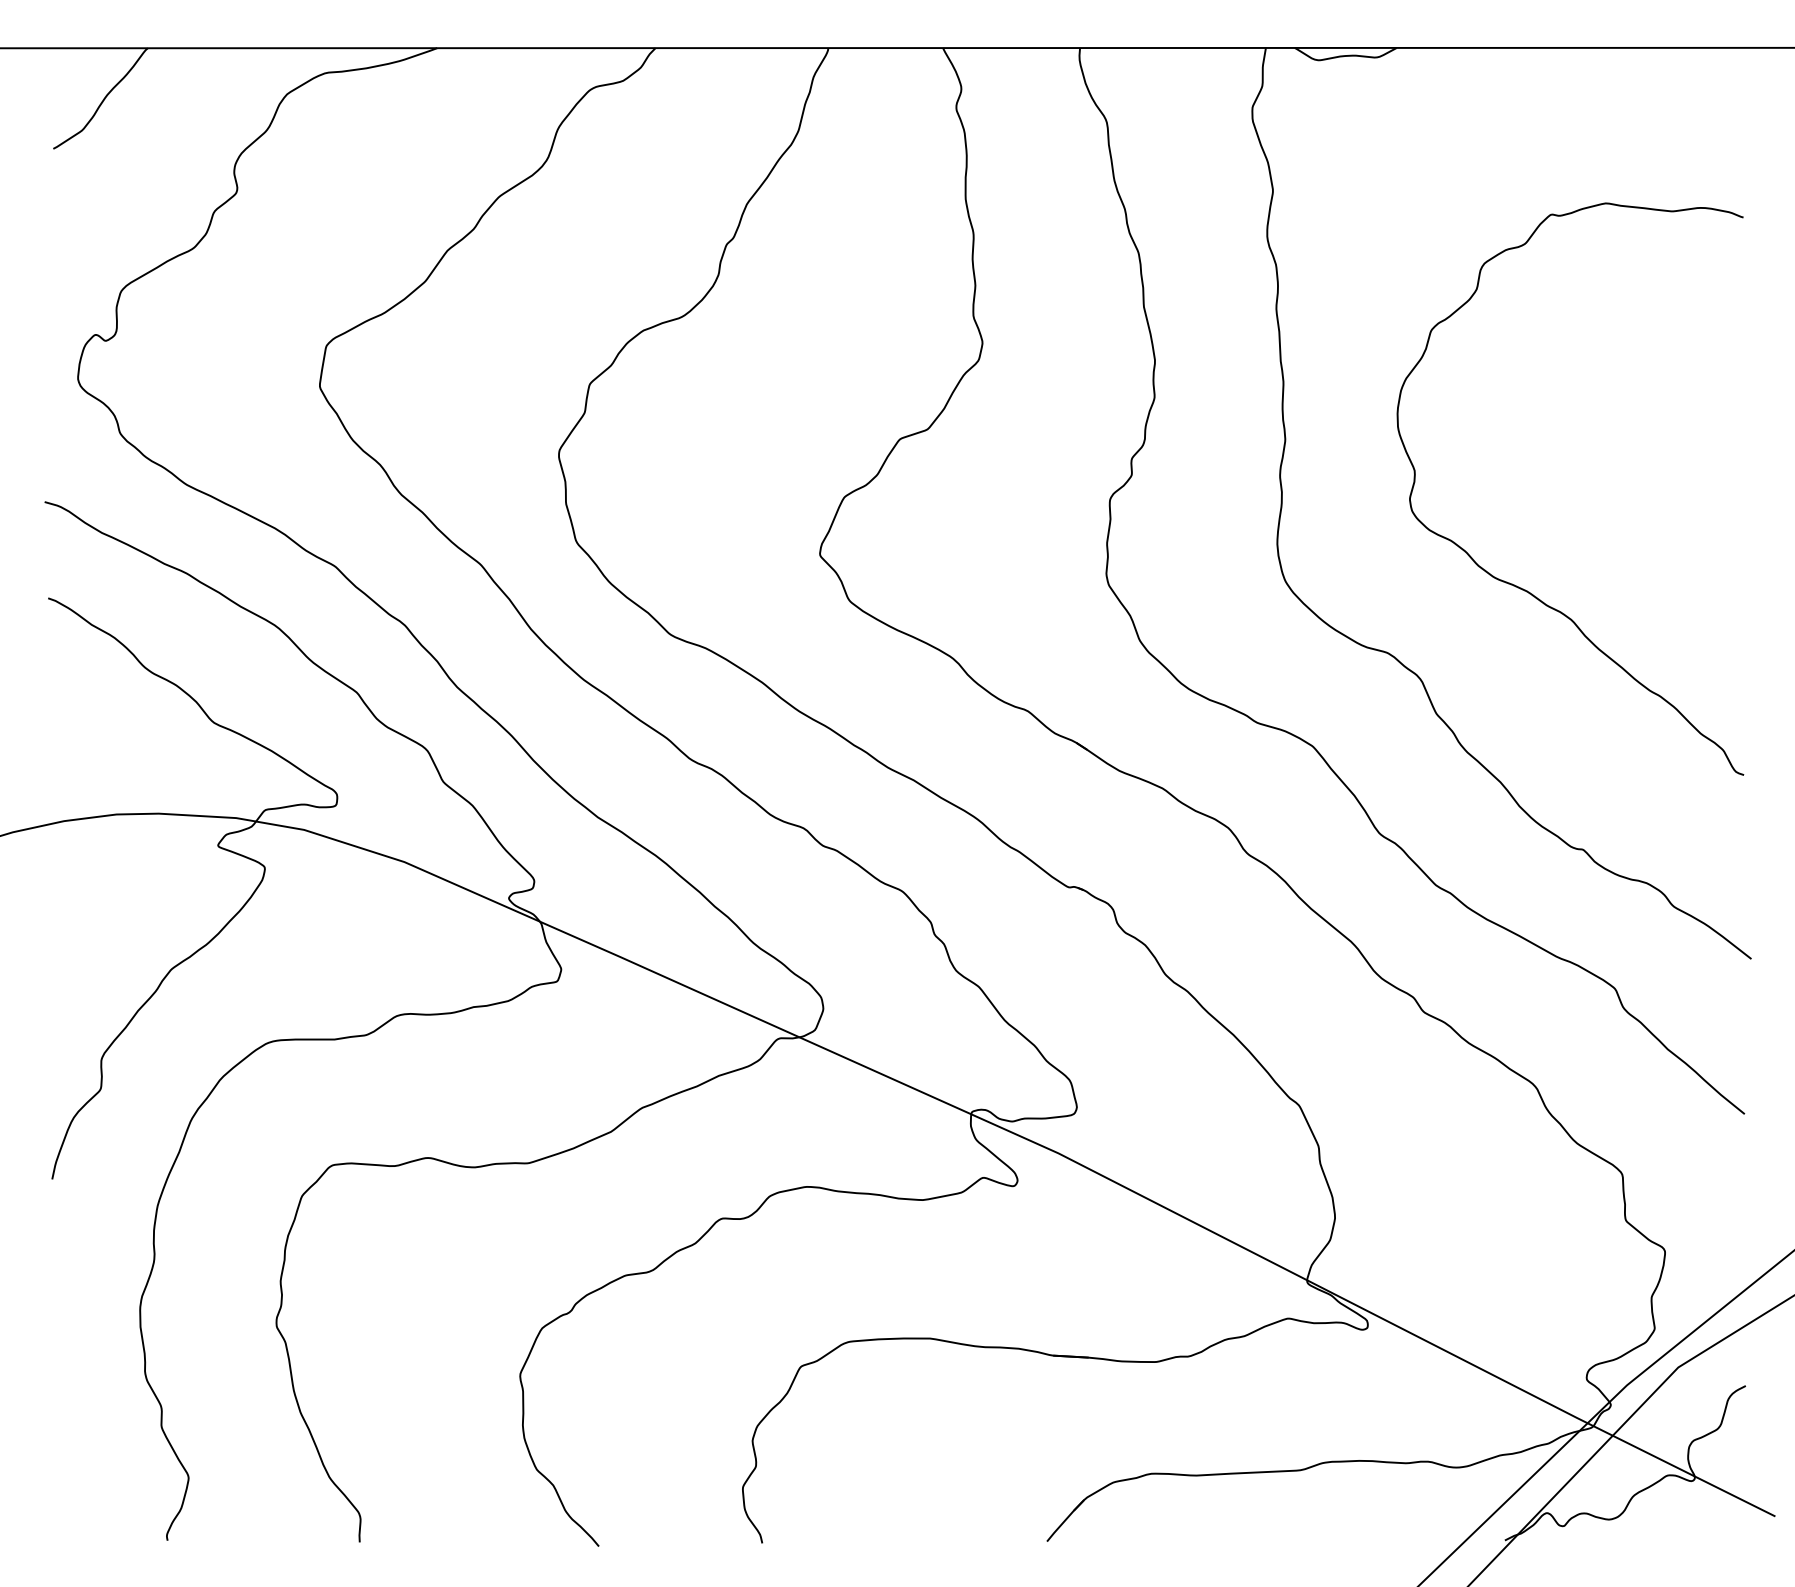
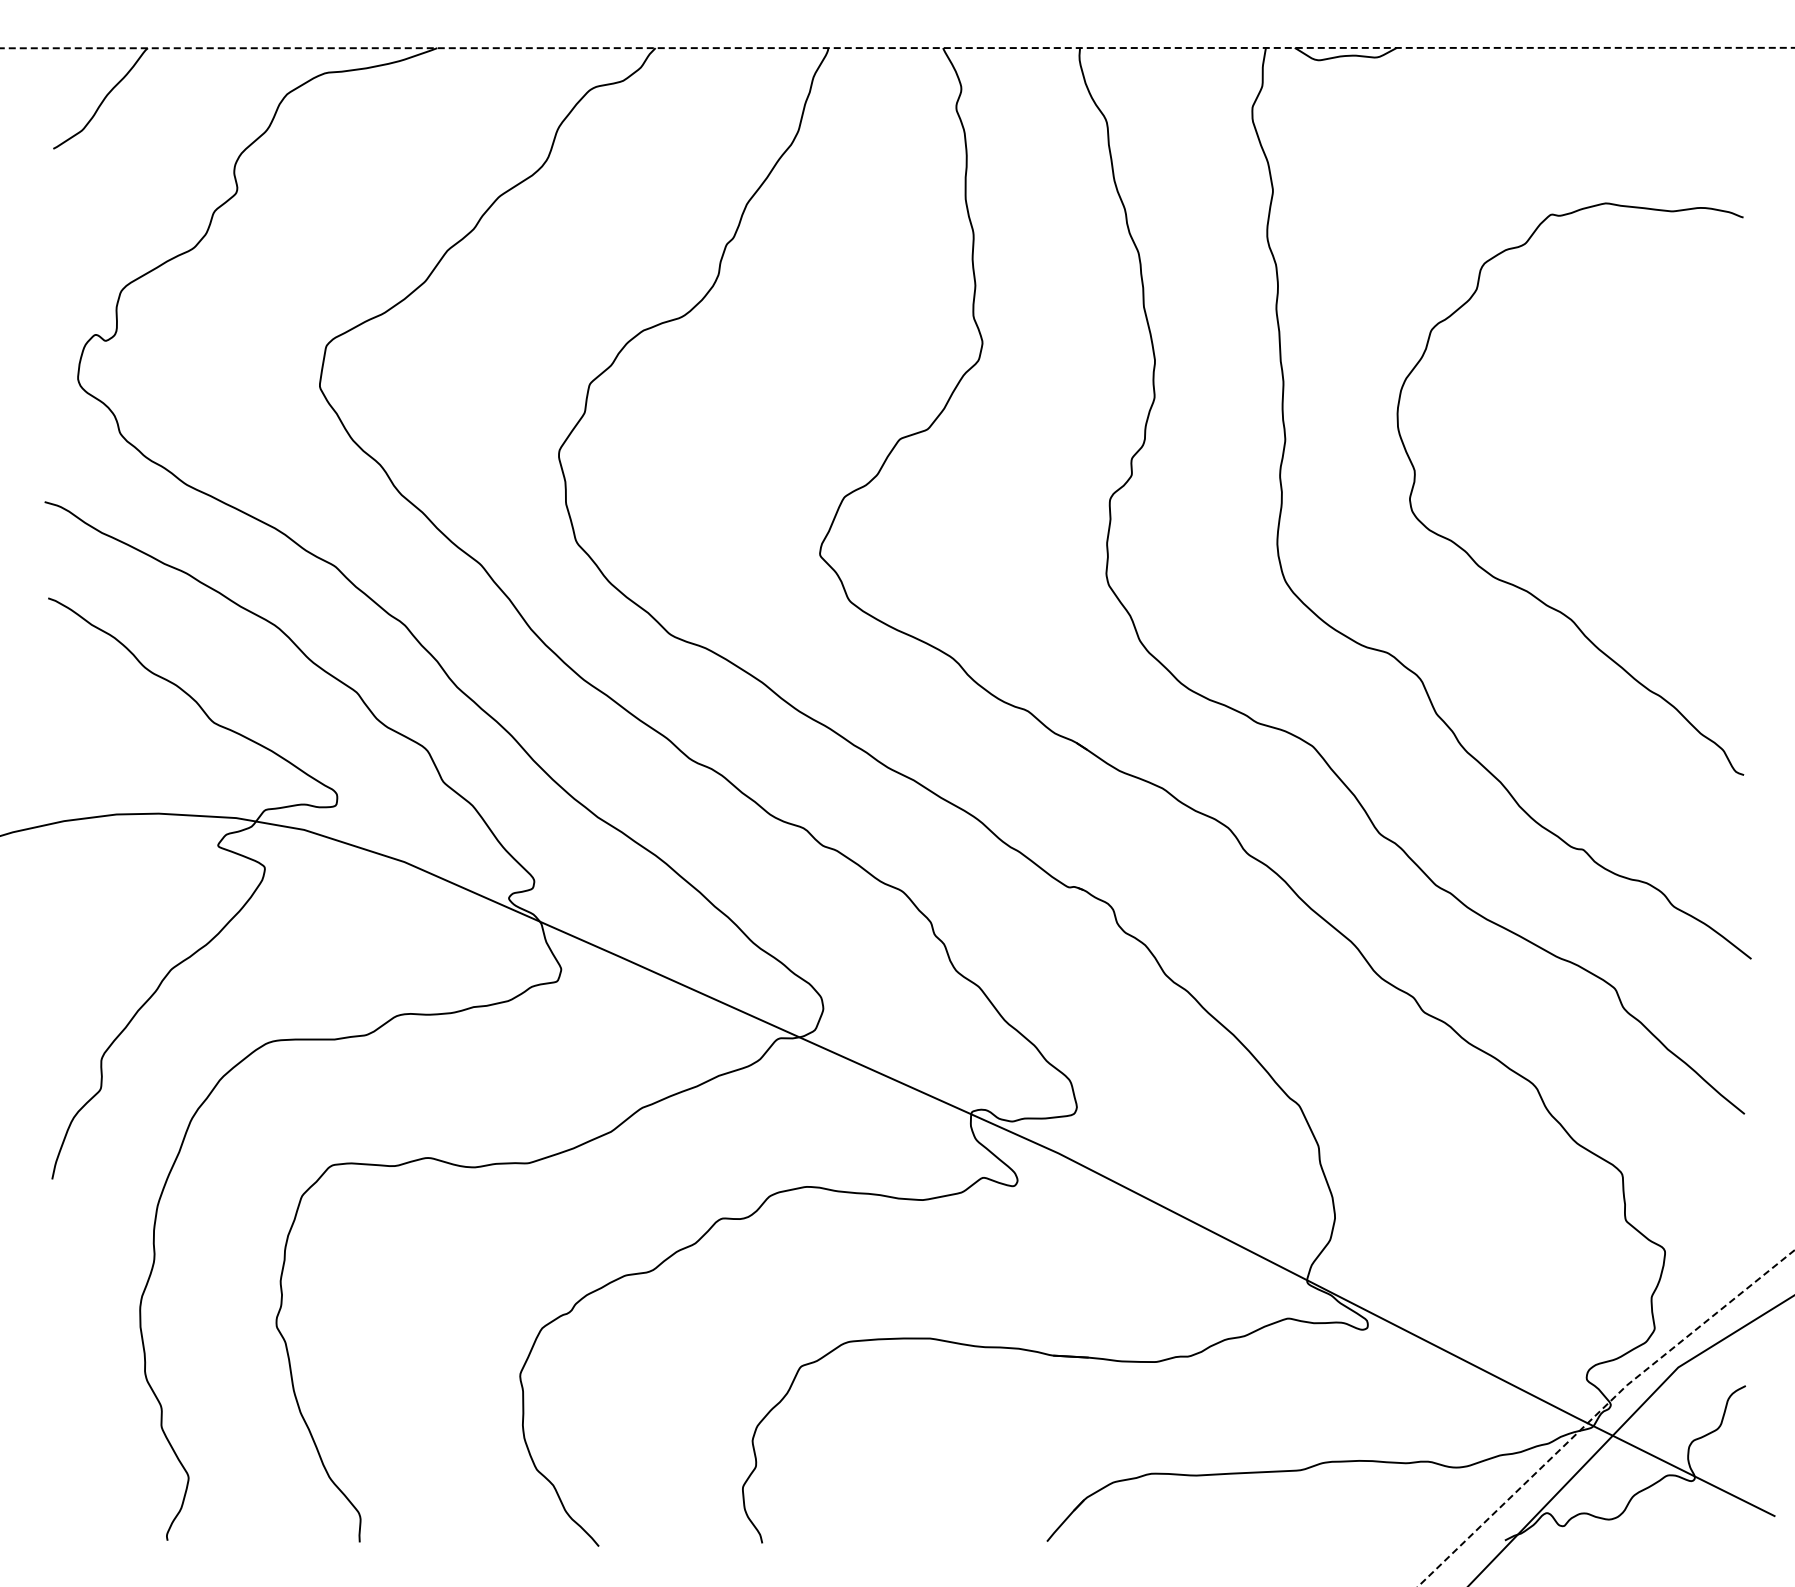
line at (897, 48): solid -> dashed
line at (1600, 1410): solid -> dashed
